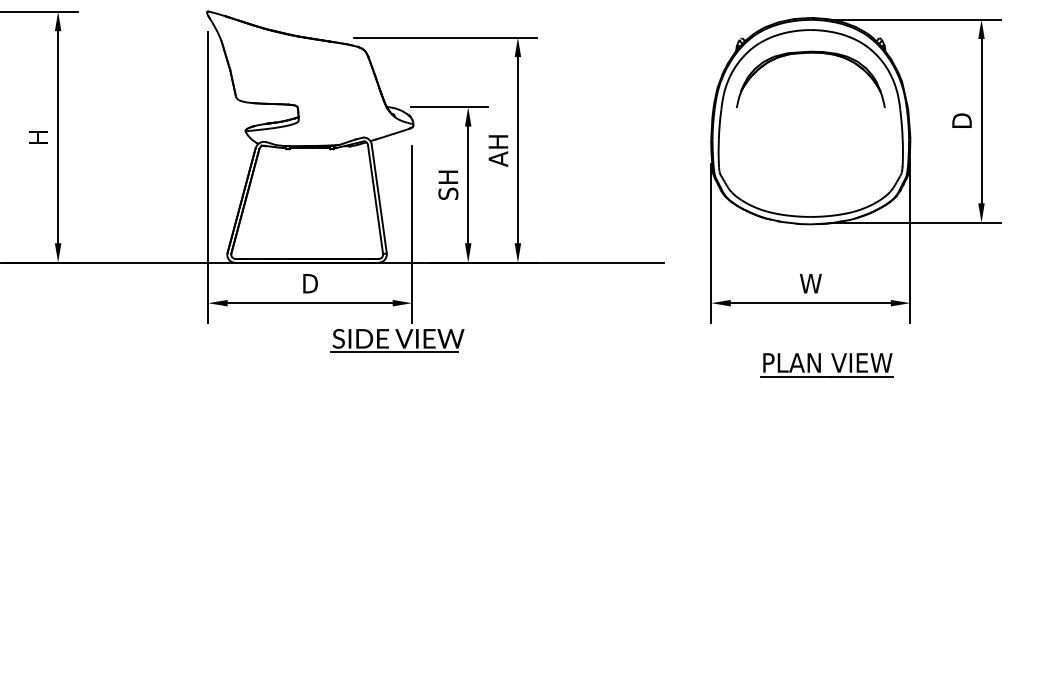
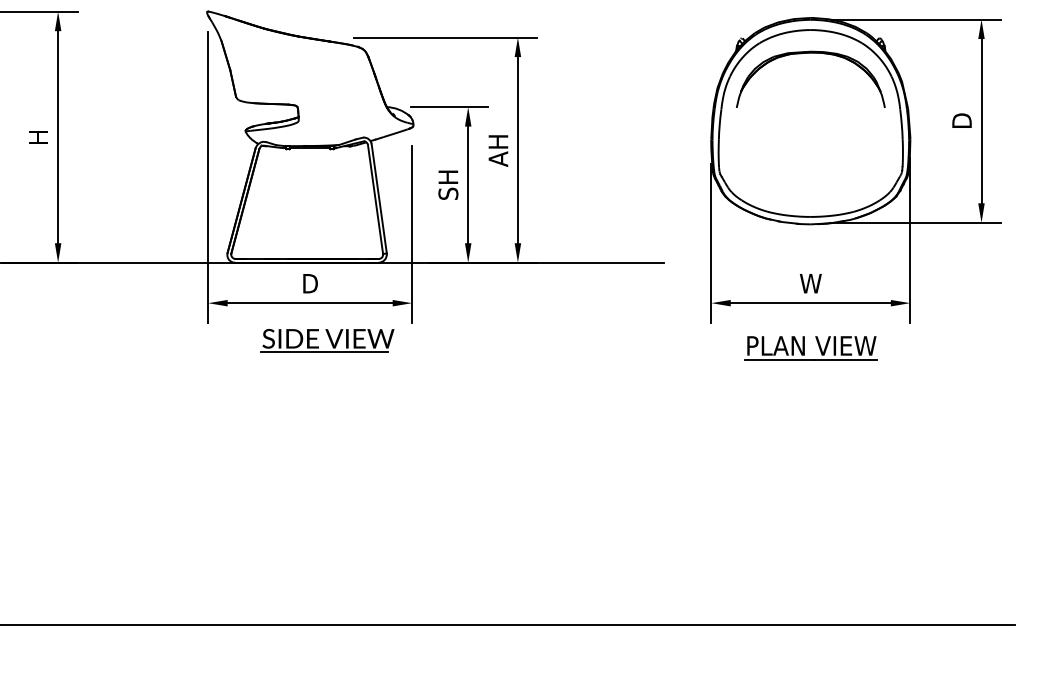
part at (397, 340) position: (397, 340) -> (327, 340)
part at (826, 365) position: (826, 365) -> (810, 348)
line at (508, 624): none -> present
